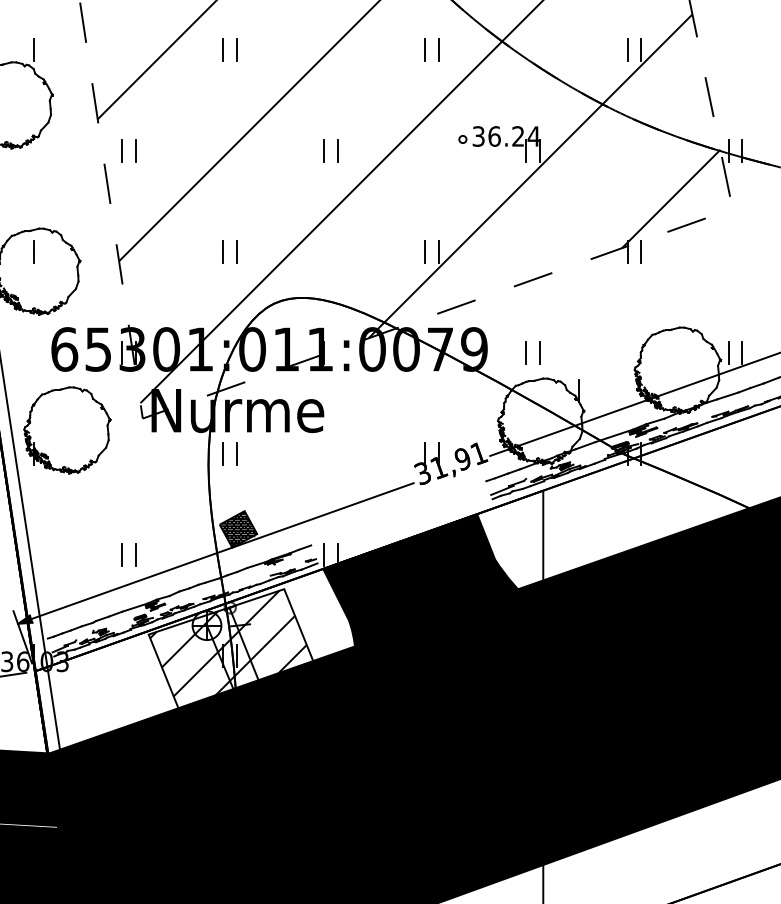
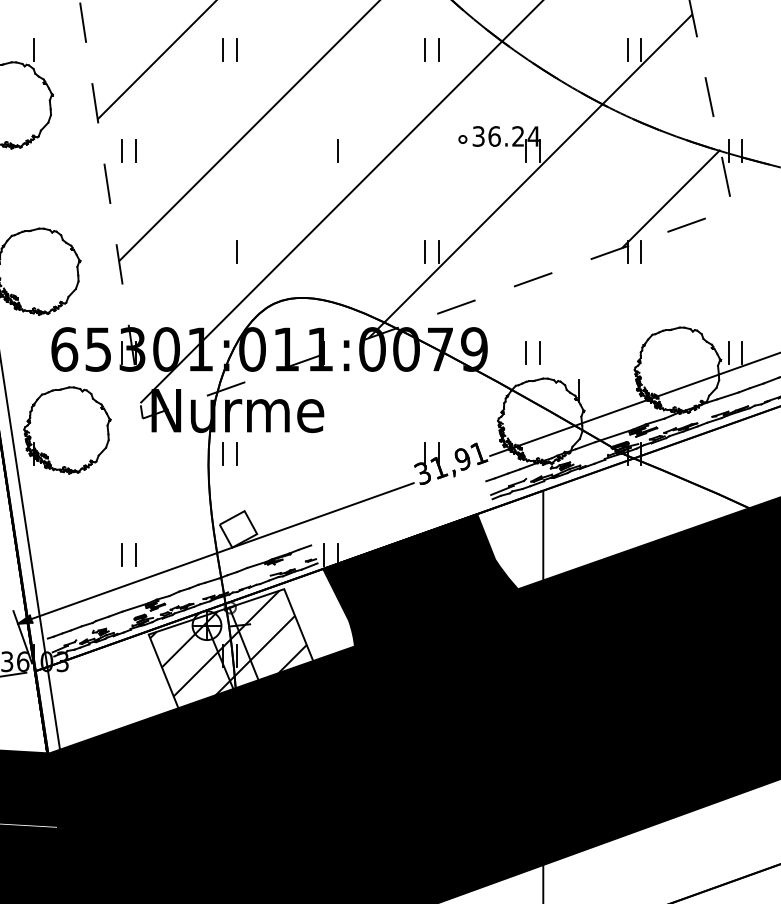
line at (323, 150): present -> none
line at (33, 251): present -> none
line at (222, 251): present -> none
hatch at (238, 529): present -> none
